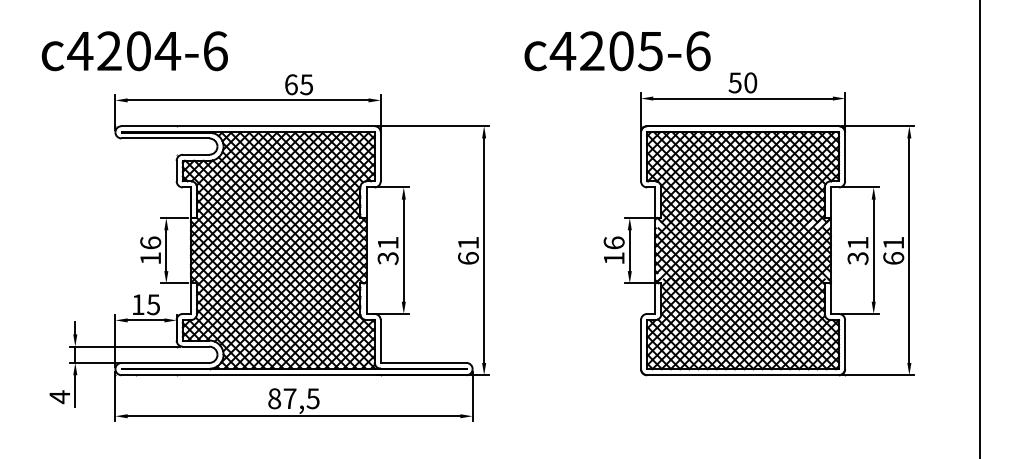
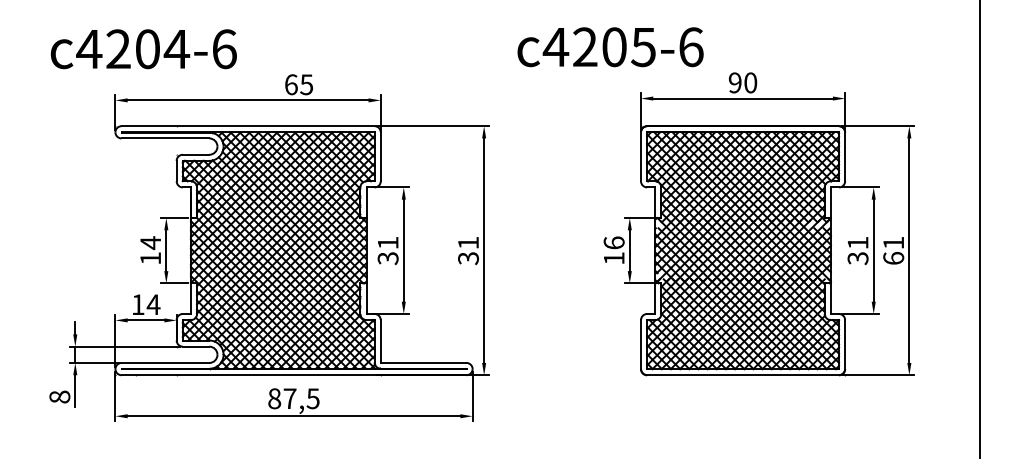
text at (134, 51) position: (134, 51) -> (143, 49)
text at (617, 51) position: (617, 51) -> (610, 47)
text at (734, 82): 50 -> 90
text at (150, 243): 16 -> 14
text at (468, 258): 61 -> 31
text at (153, 304): 15 -> 14
text at (59, 397): 4 -> 8
